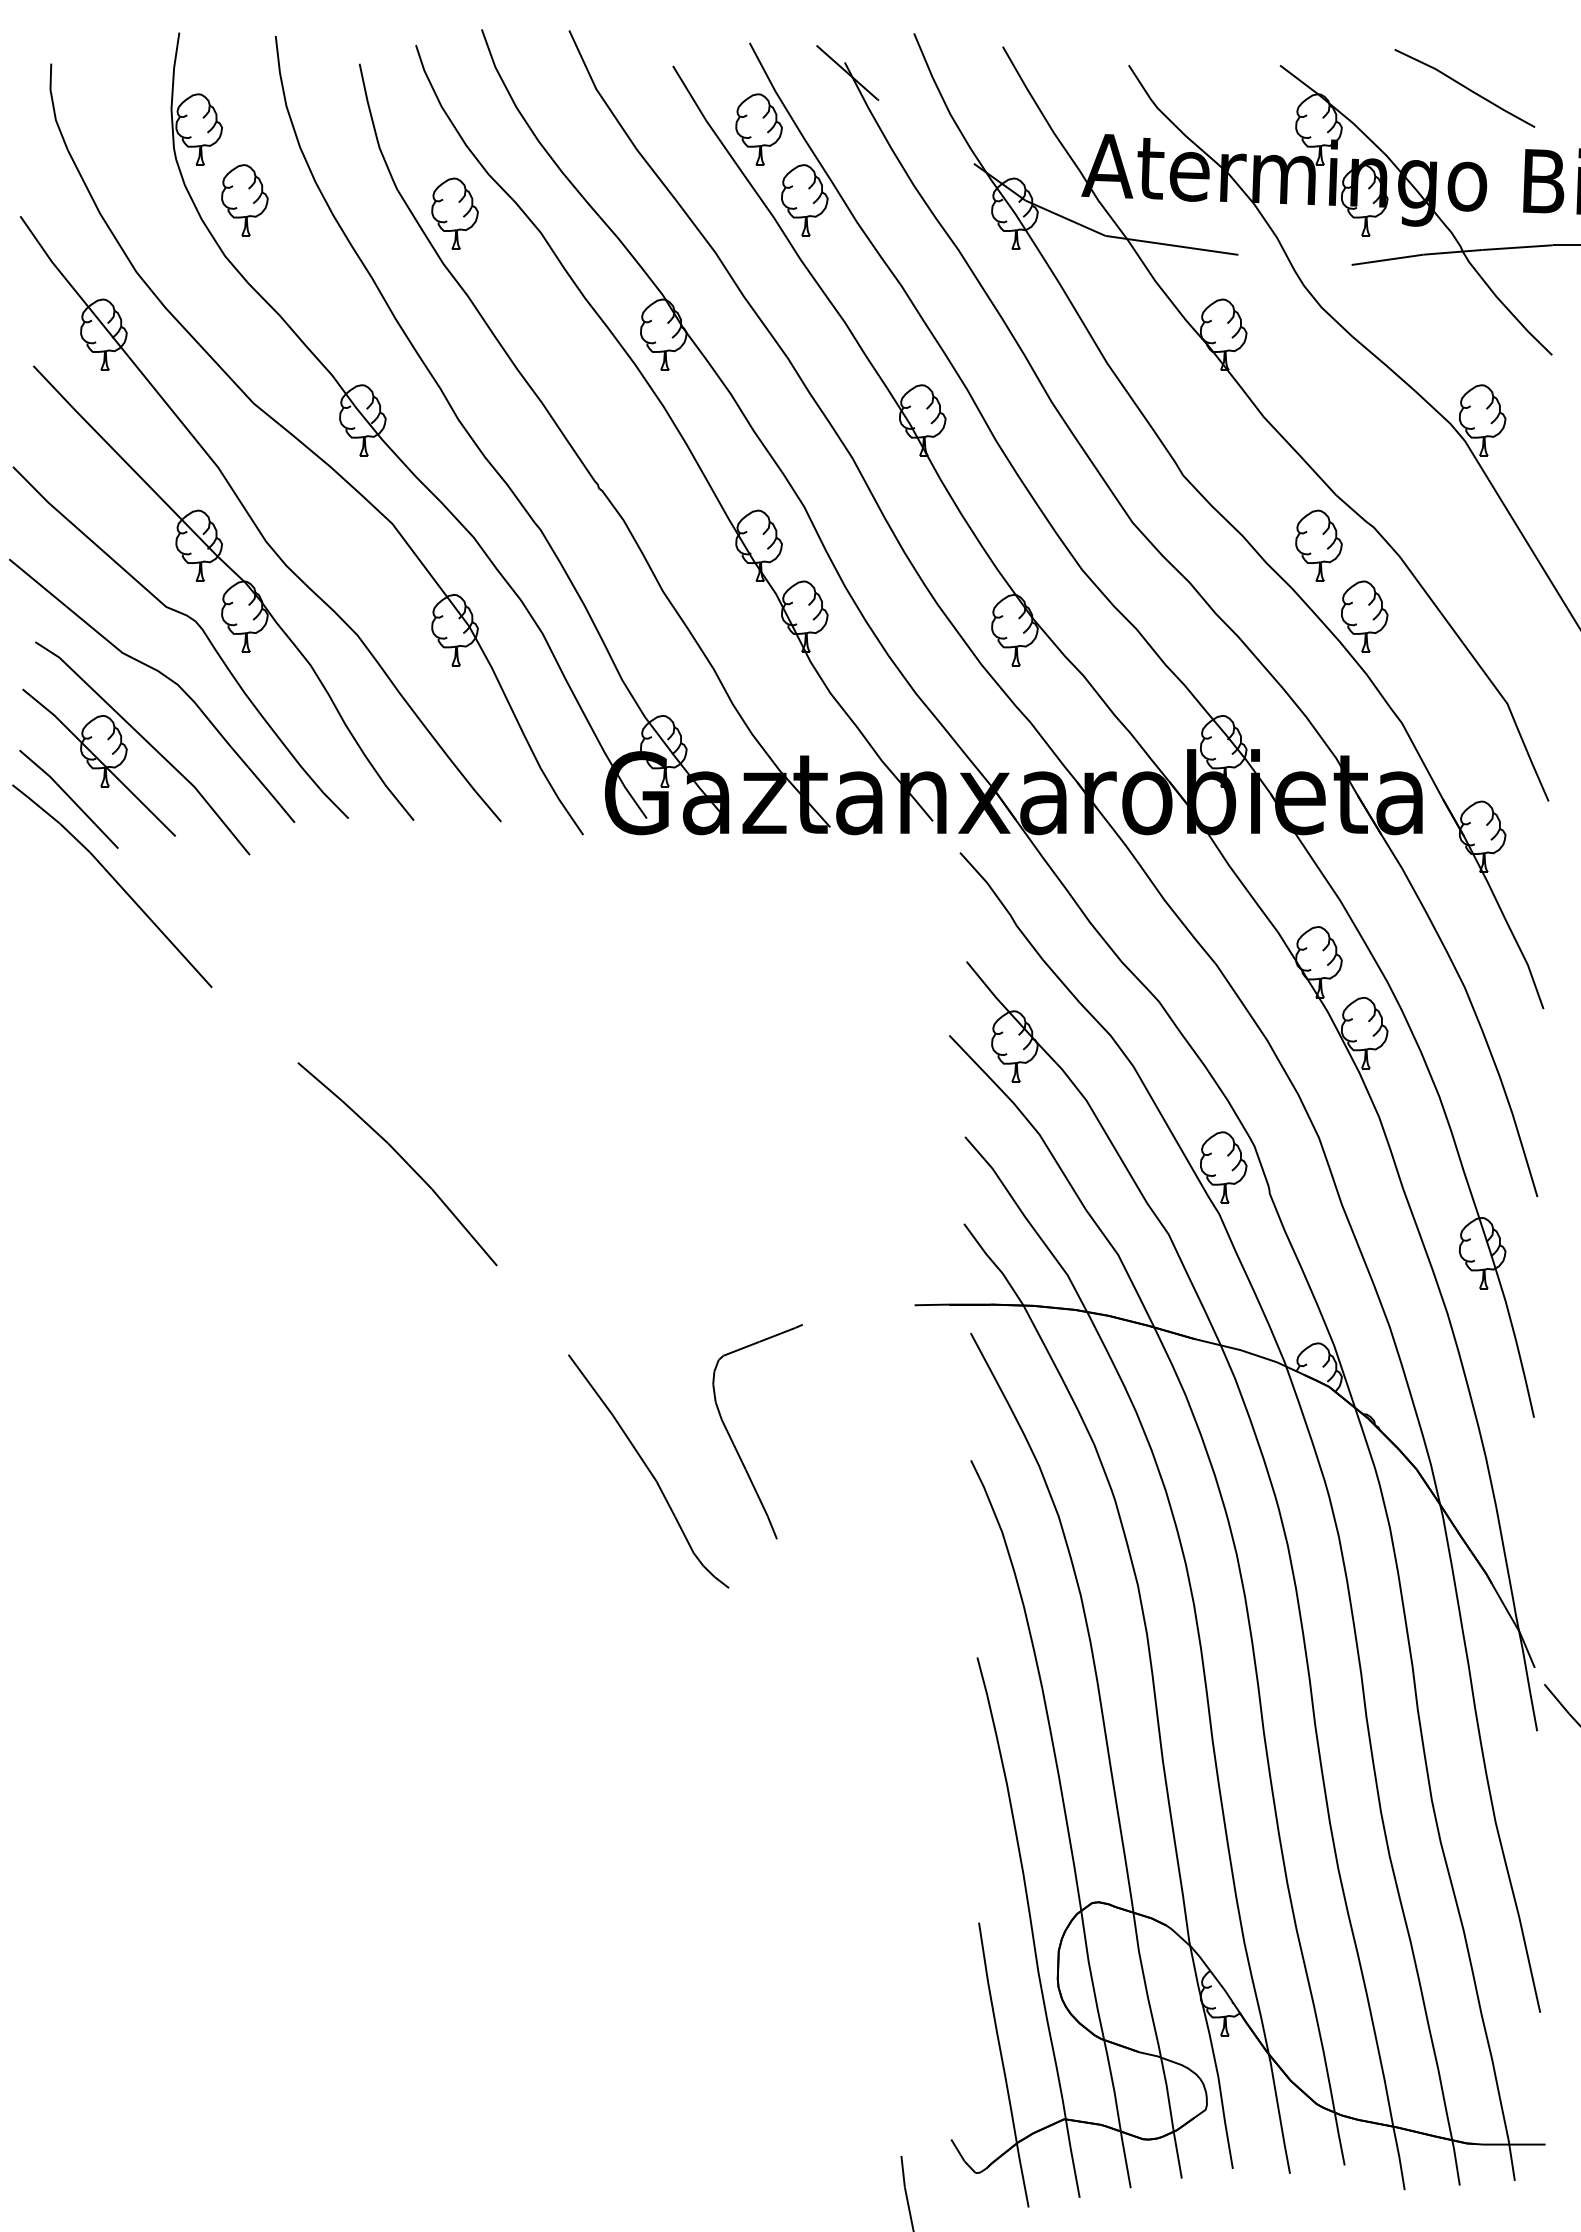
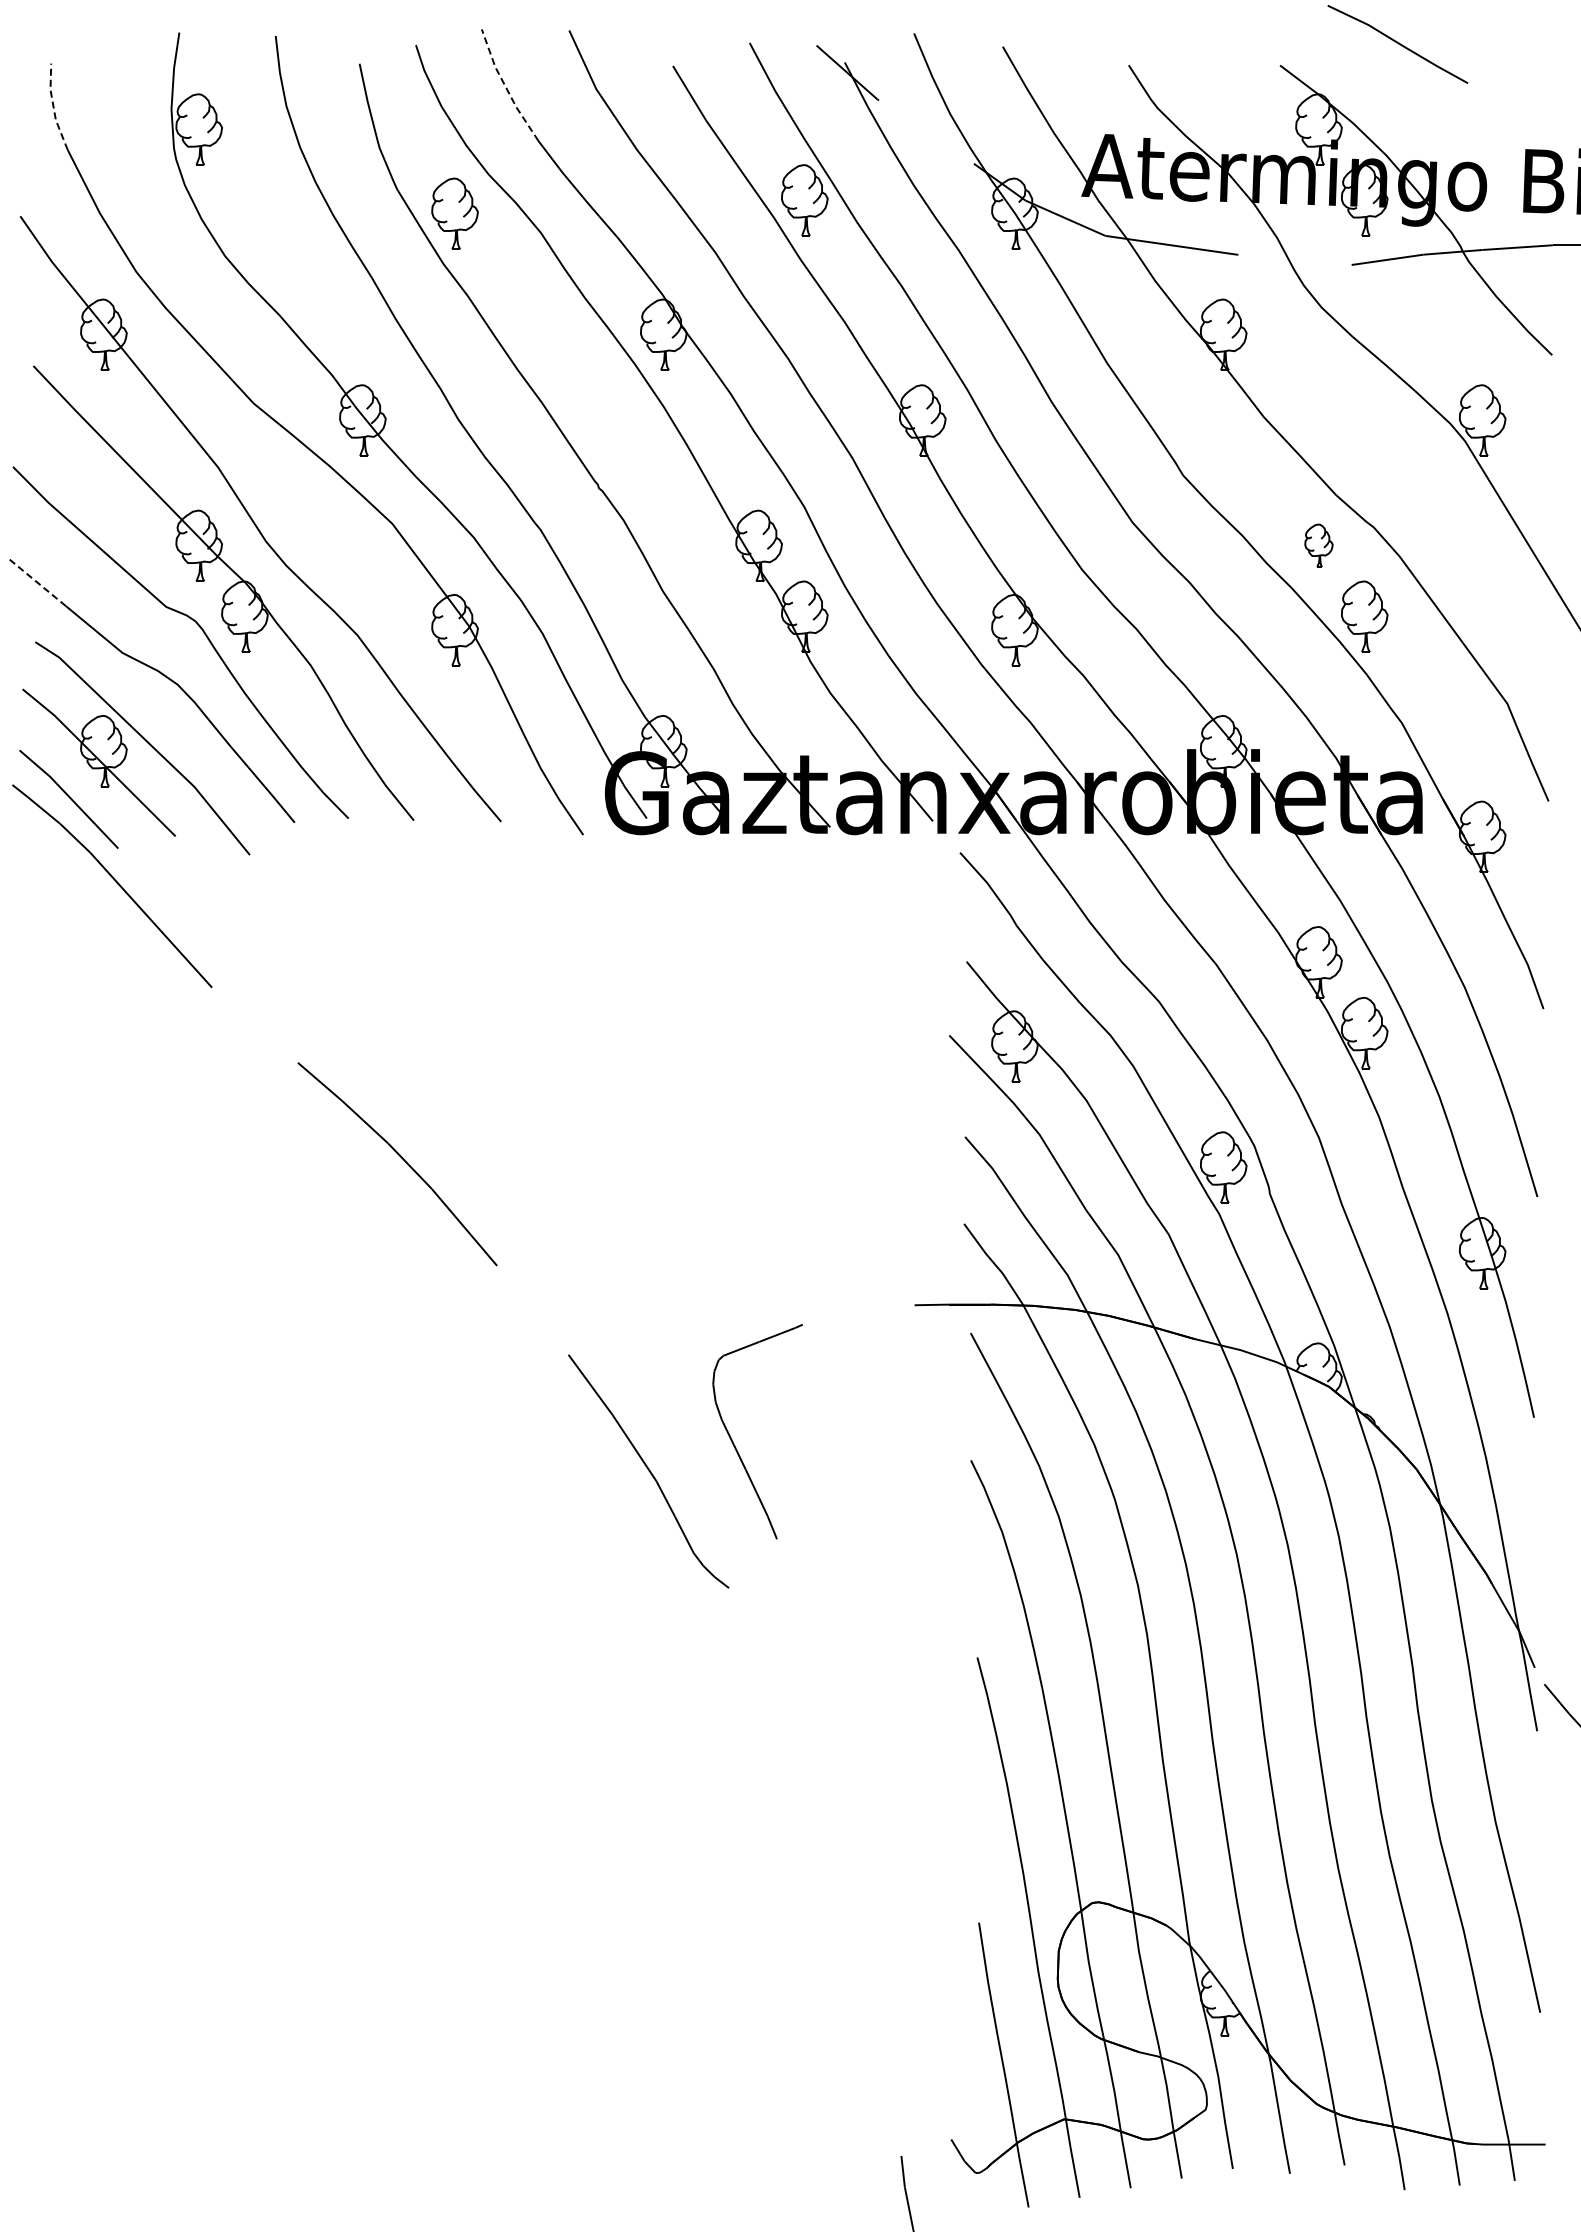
line at (505, 87): solid -> dashed
line at (1464, 87) position: (1464, 87) -> (1397, 43)
line at (53, 107): solid -> dashed
part at (758, 129): present -> none
part at (244, 200): present -> none
part at (1318, 545) size: 48x73 px -> 30x45 px
line at (37, 582): solid -> dashed
